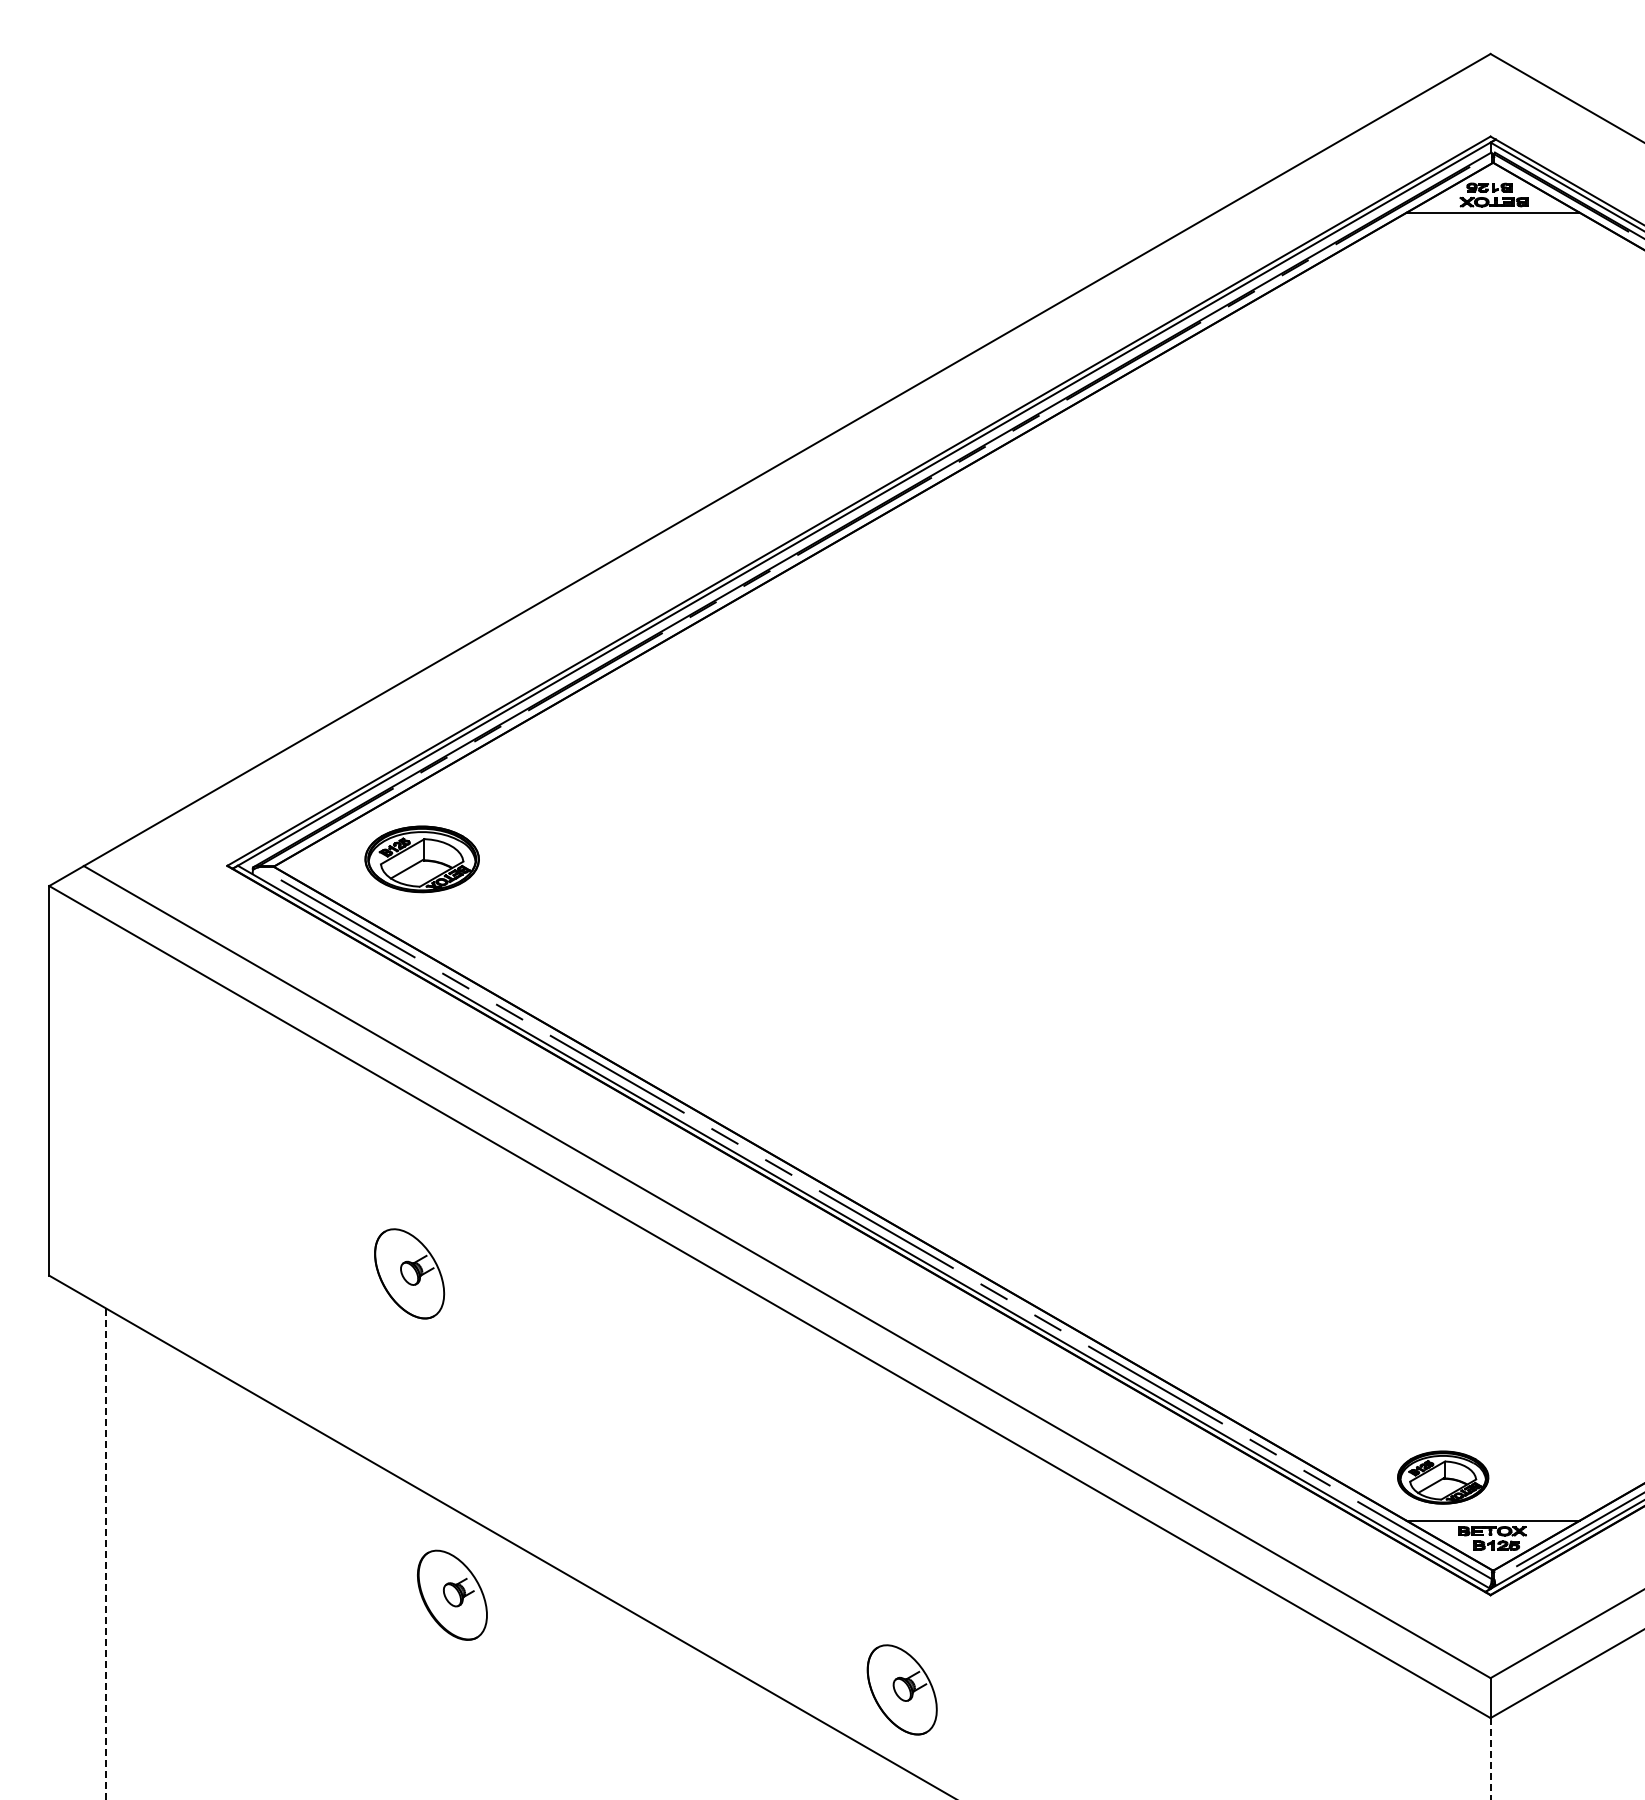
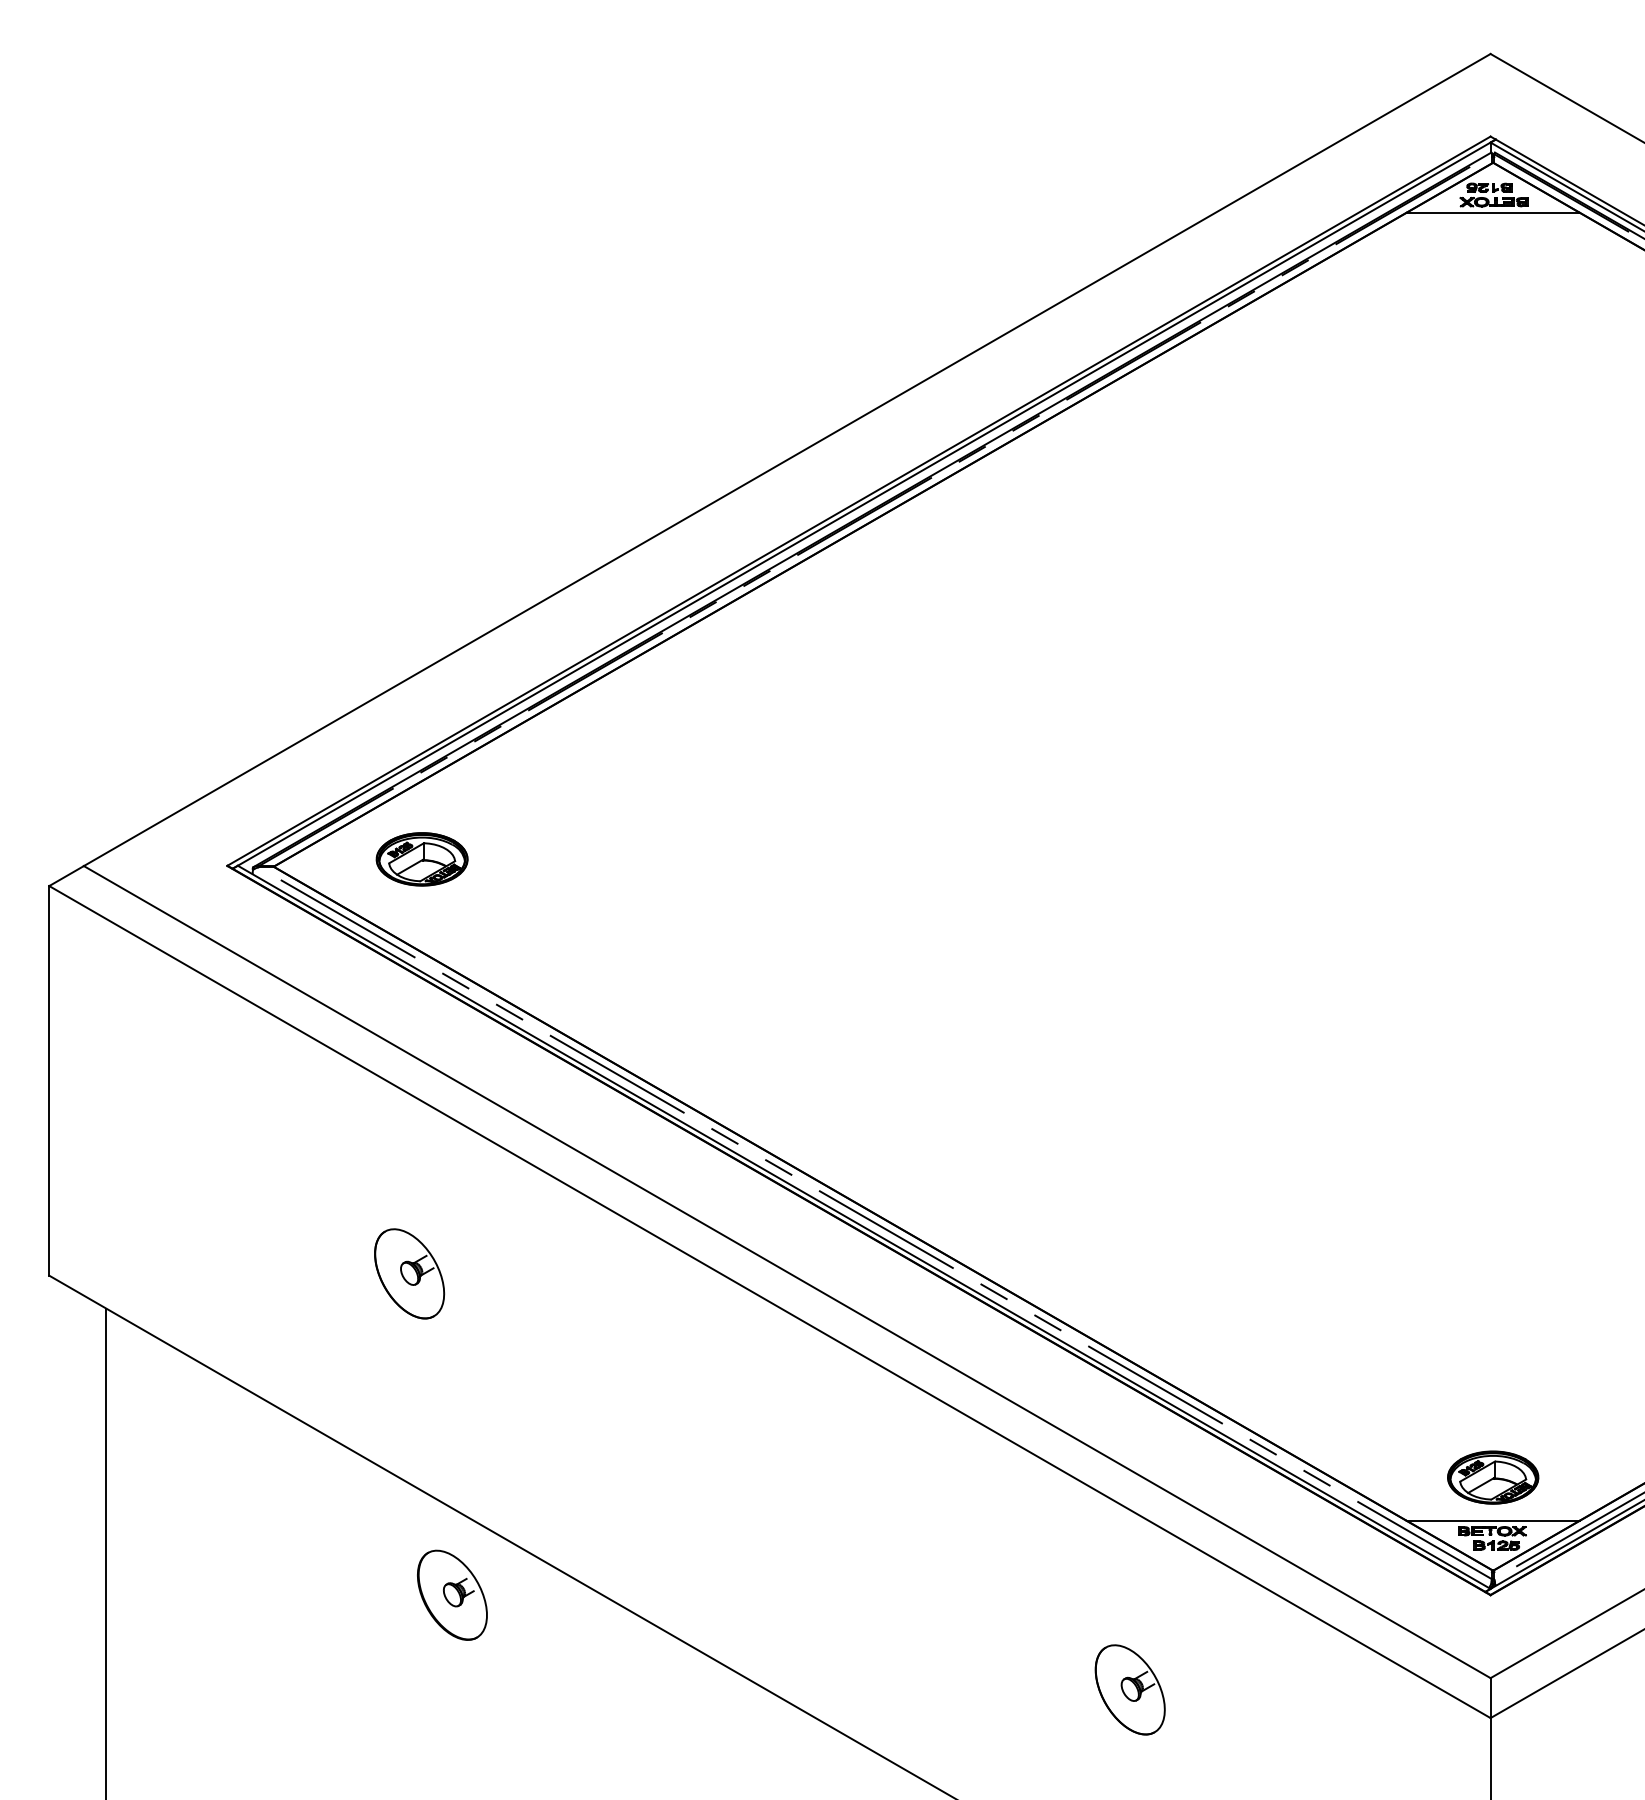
part at (421, 859) size: 116x69 px -> 94x55 px
part at (1443, 1477) position: (1443, 1477) -> (1493, 1477)
line at (106, 1554): dashed -> solid
part at (901, 1689) position: (901, 1689) -> (1129, 1689)
line at (1490, 1759): dashed -> solid
